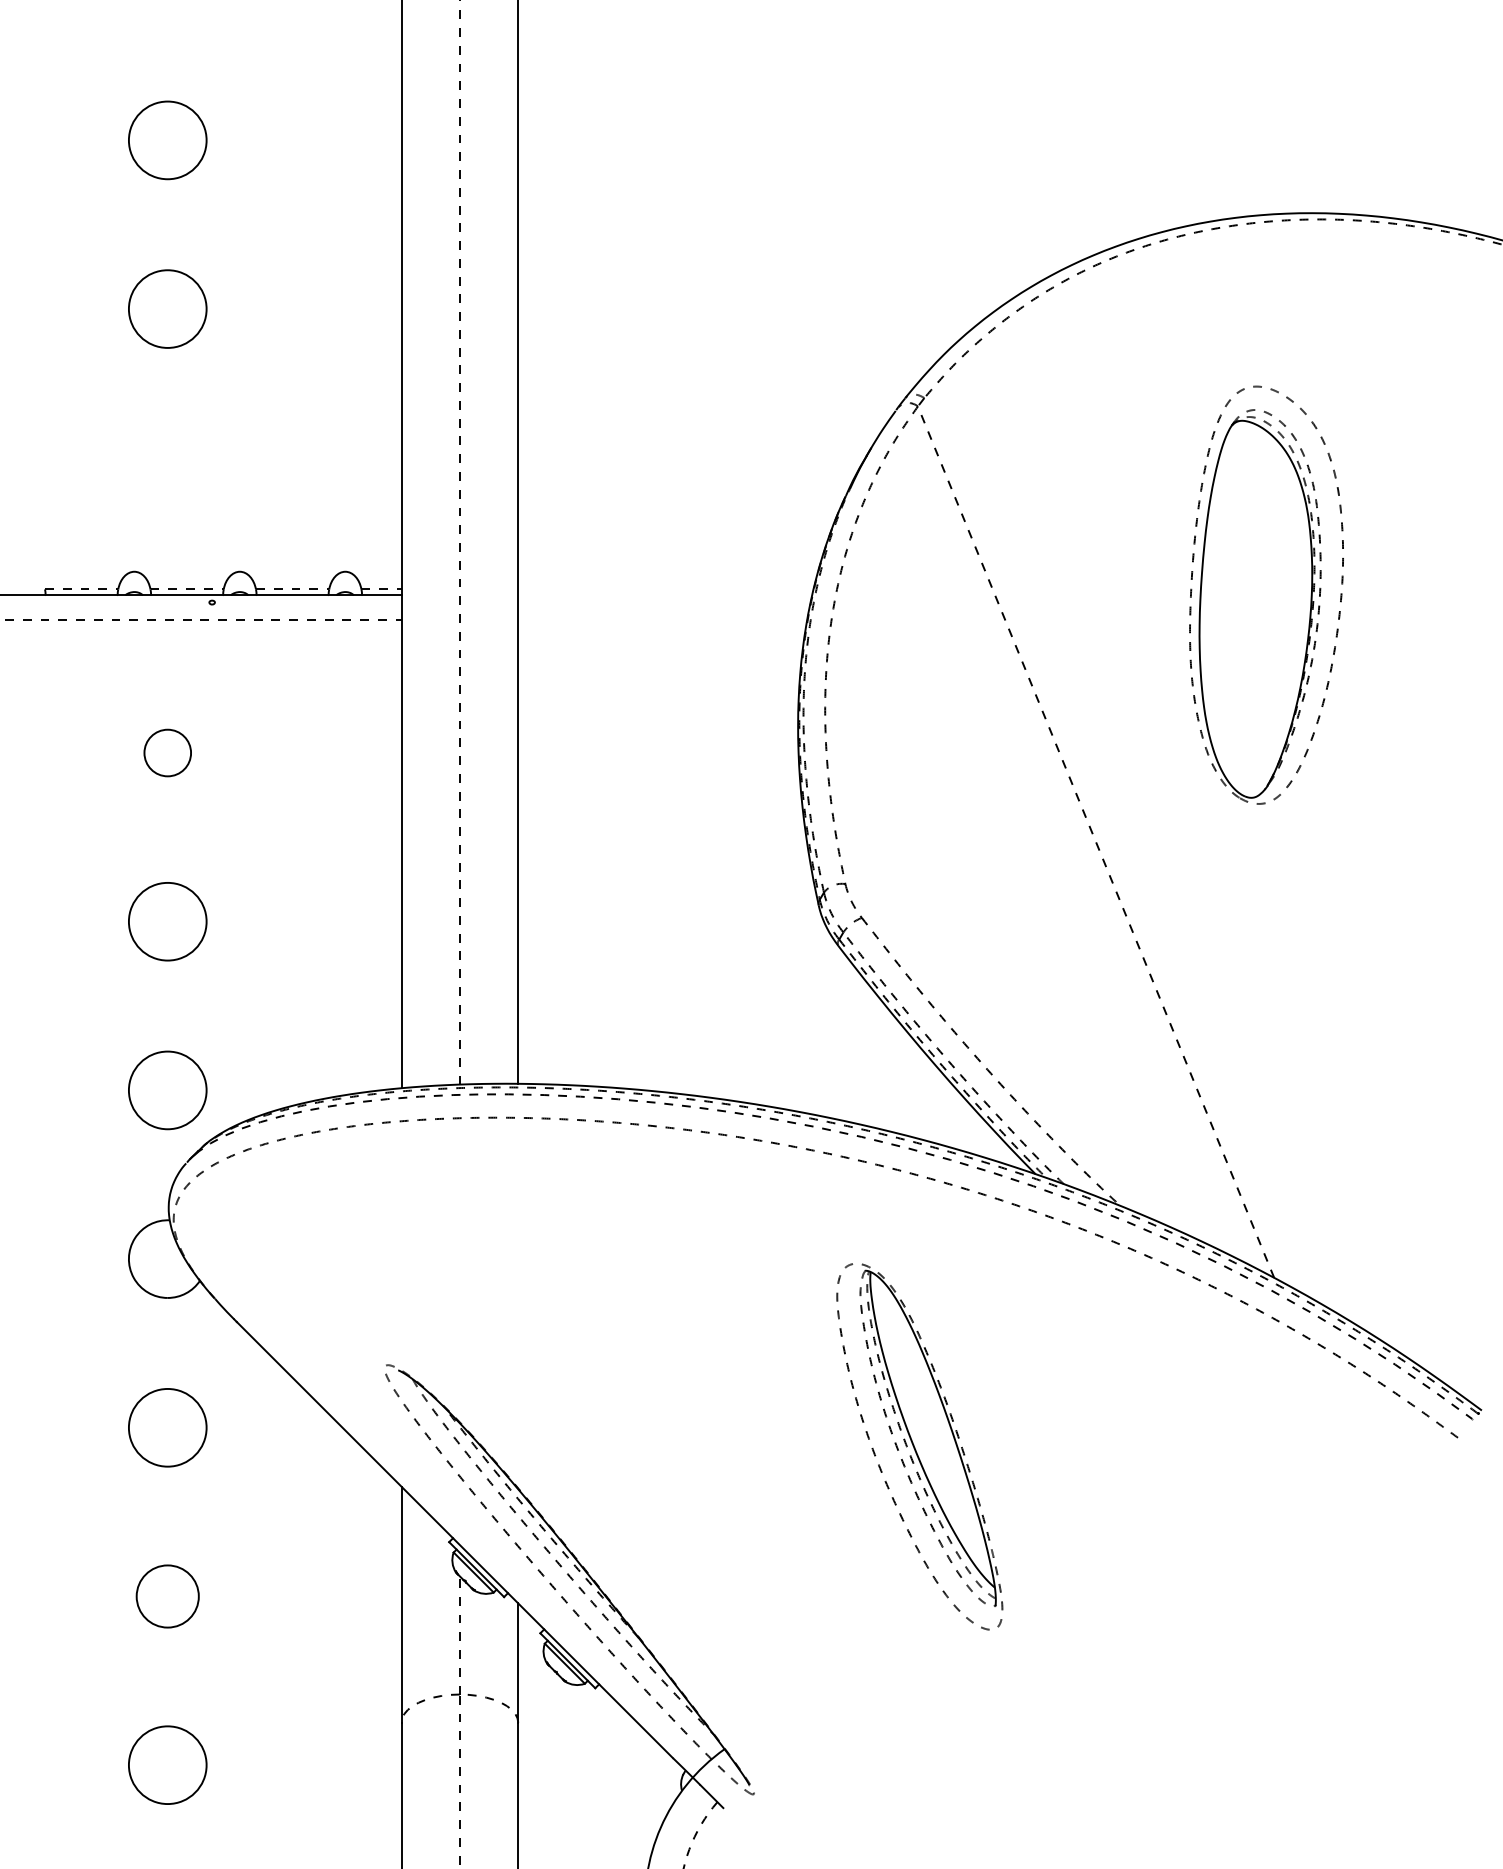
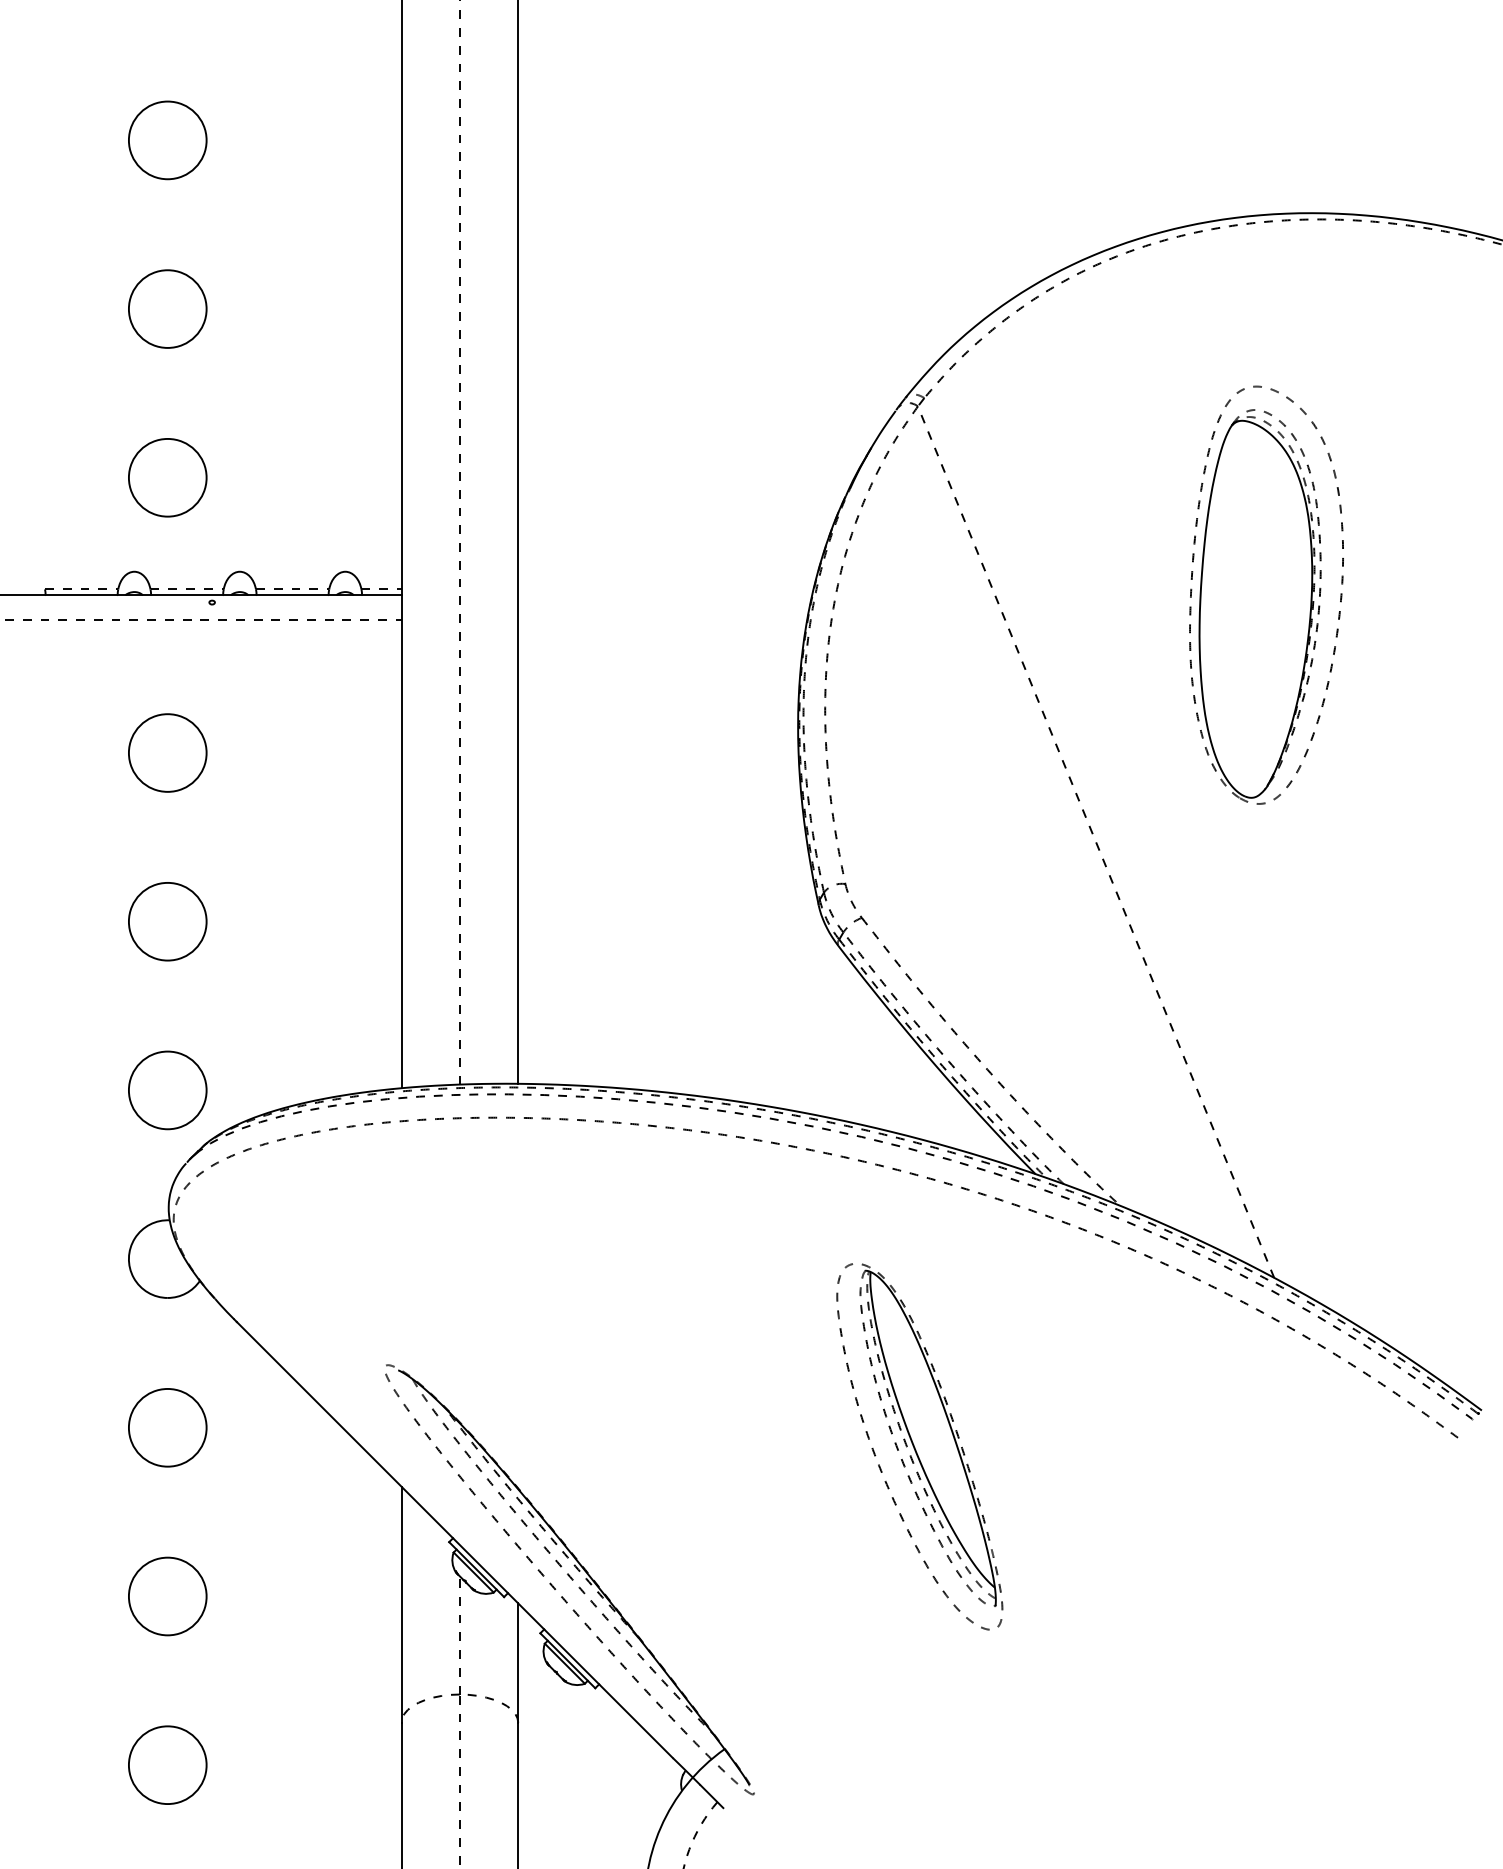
circle at (167, 477): none -> present
circle at (167, 752) diameter: 47 px -> 78 px
circle at (167, 1596) diameter: 62 px -> 78 px
